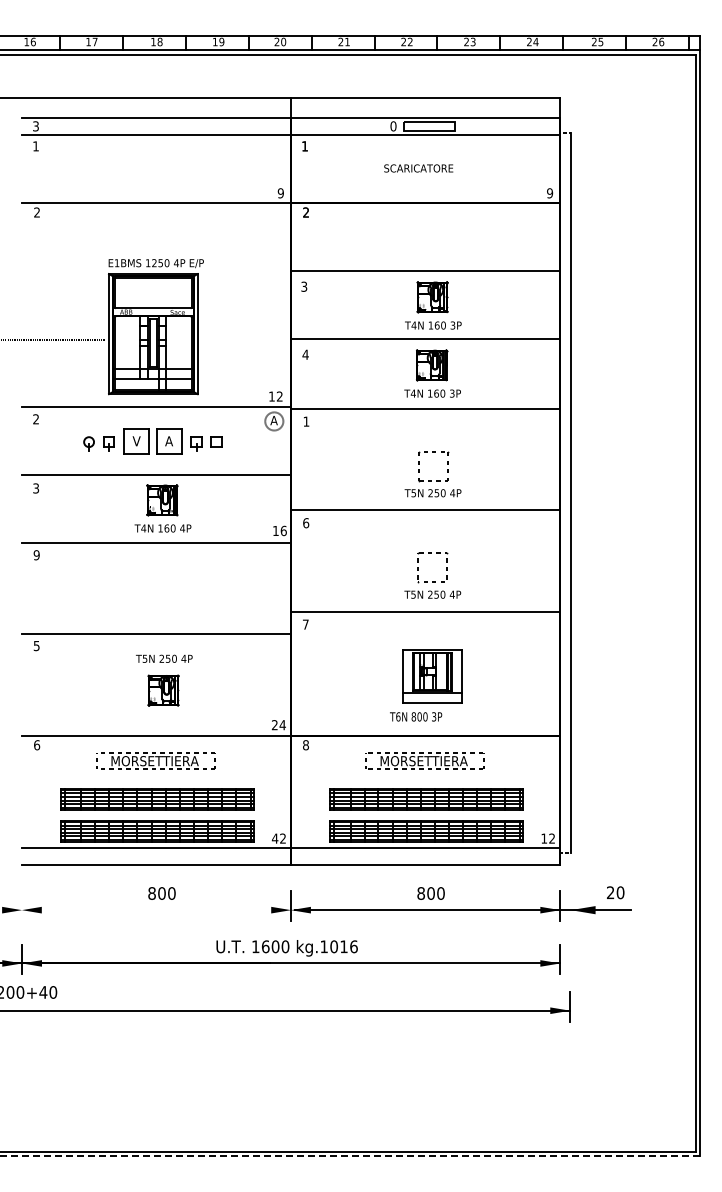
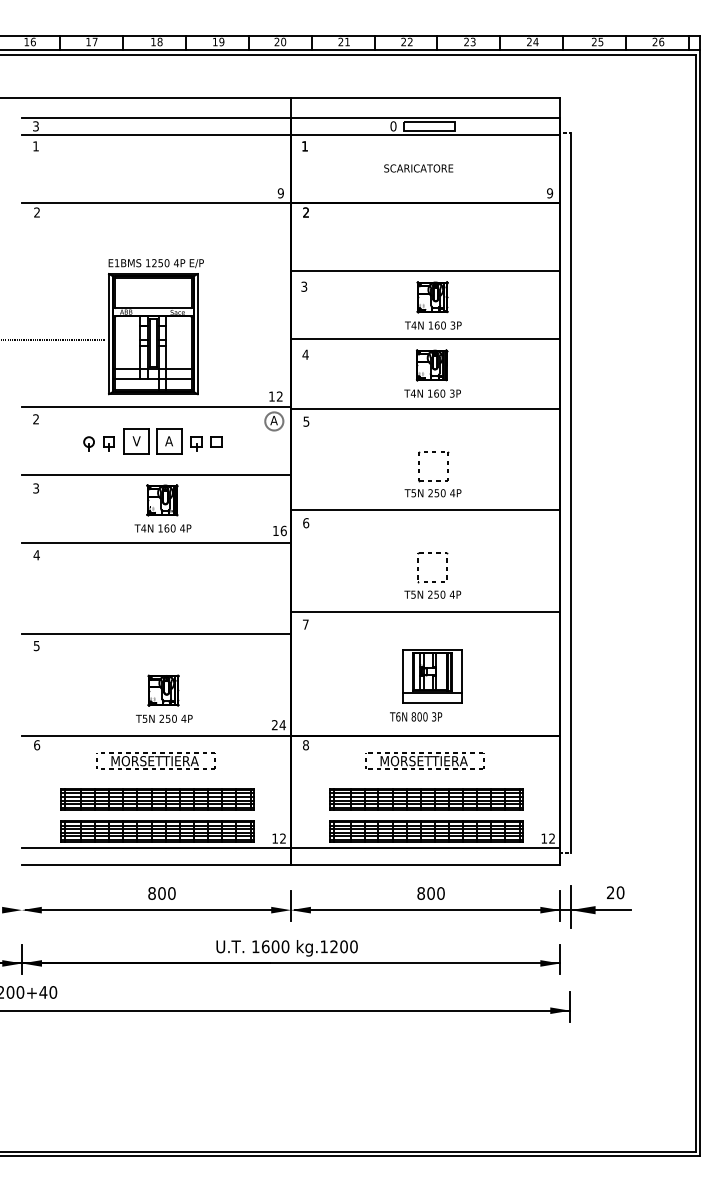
text at (306, 421): 1 -> 5
text at (36, 555): 9 -> 4
text at (164, 658) position: (164, 658) -> (164, 718)
text at (274, 838): 42 -> 12
line at (571, 906): none -> present
line at (154, 910): none -> present
text at (343, 946): kg.1016 -> kg.1200
line at (350, 1156): dashed -> solid
